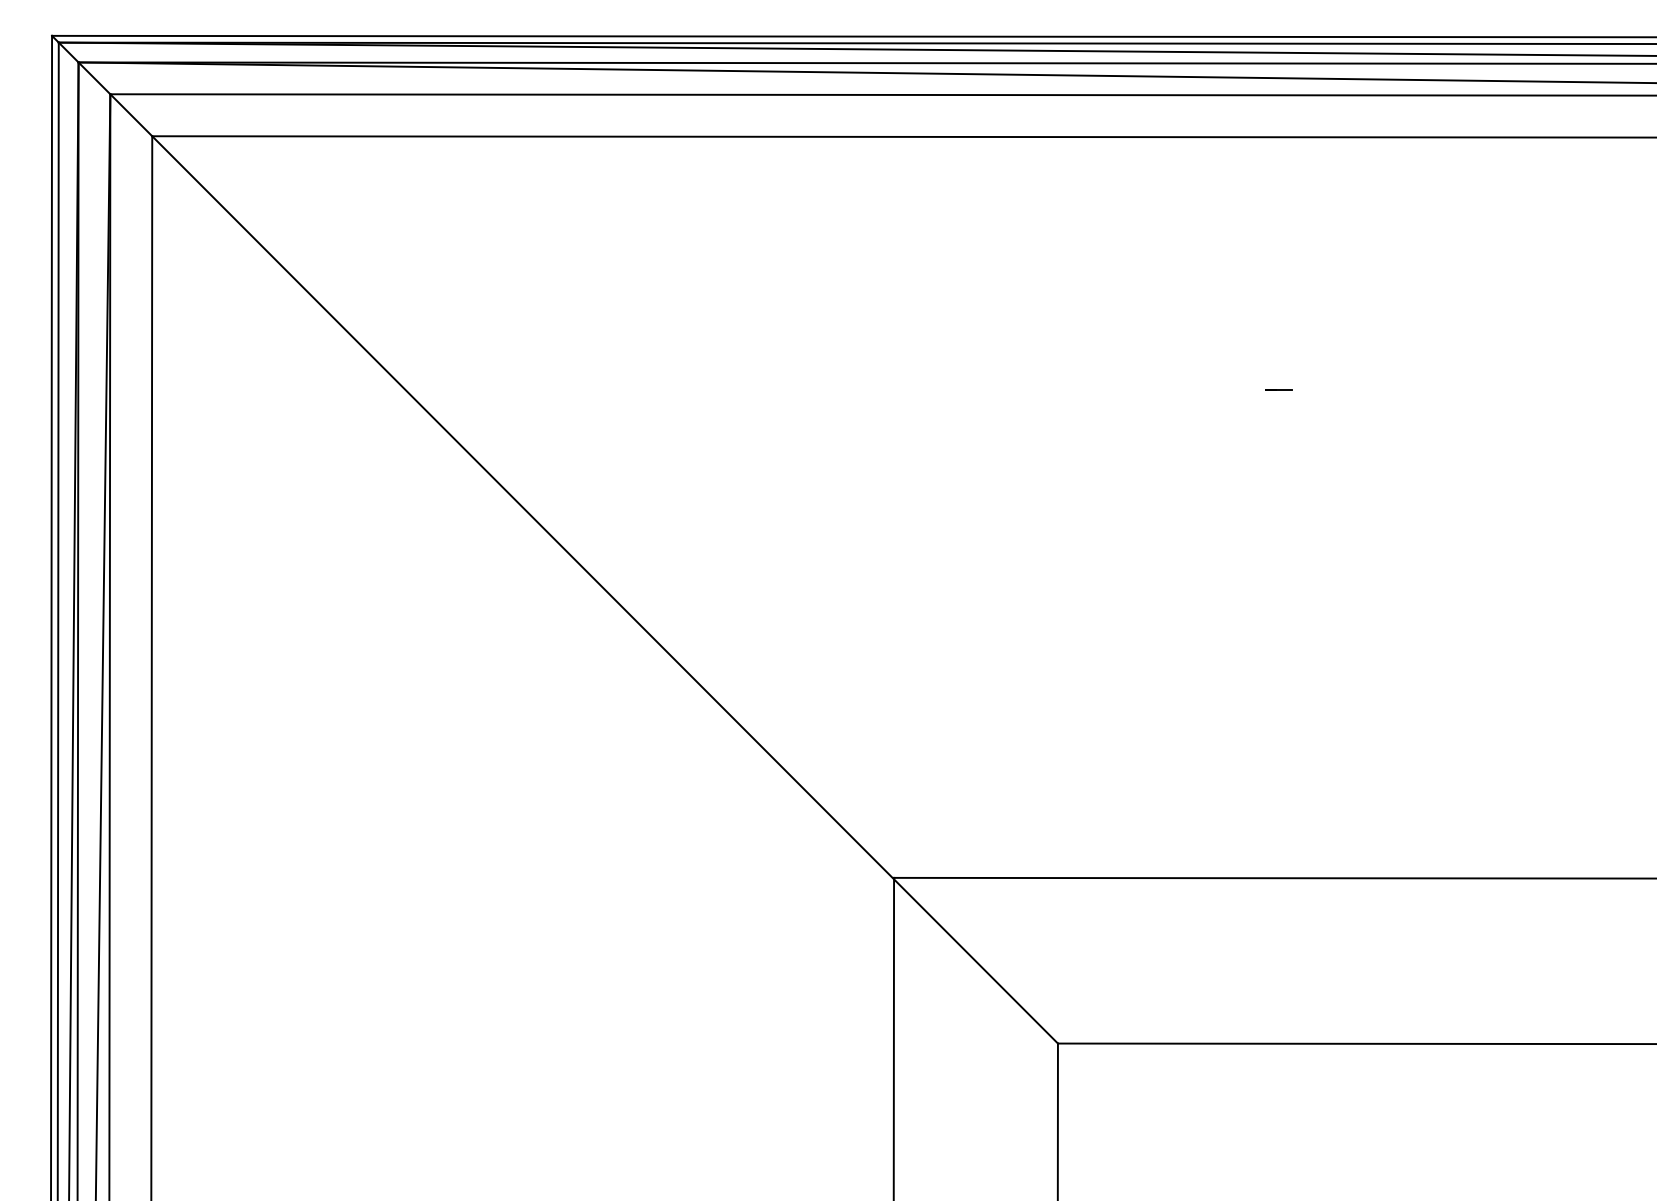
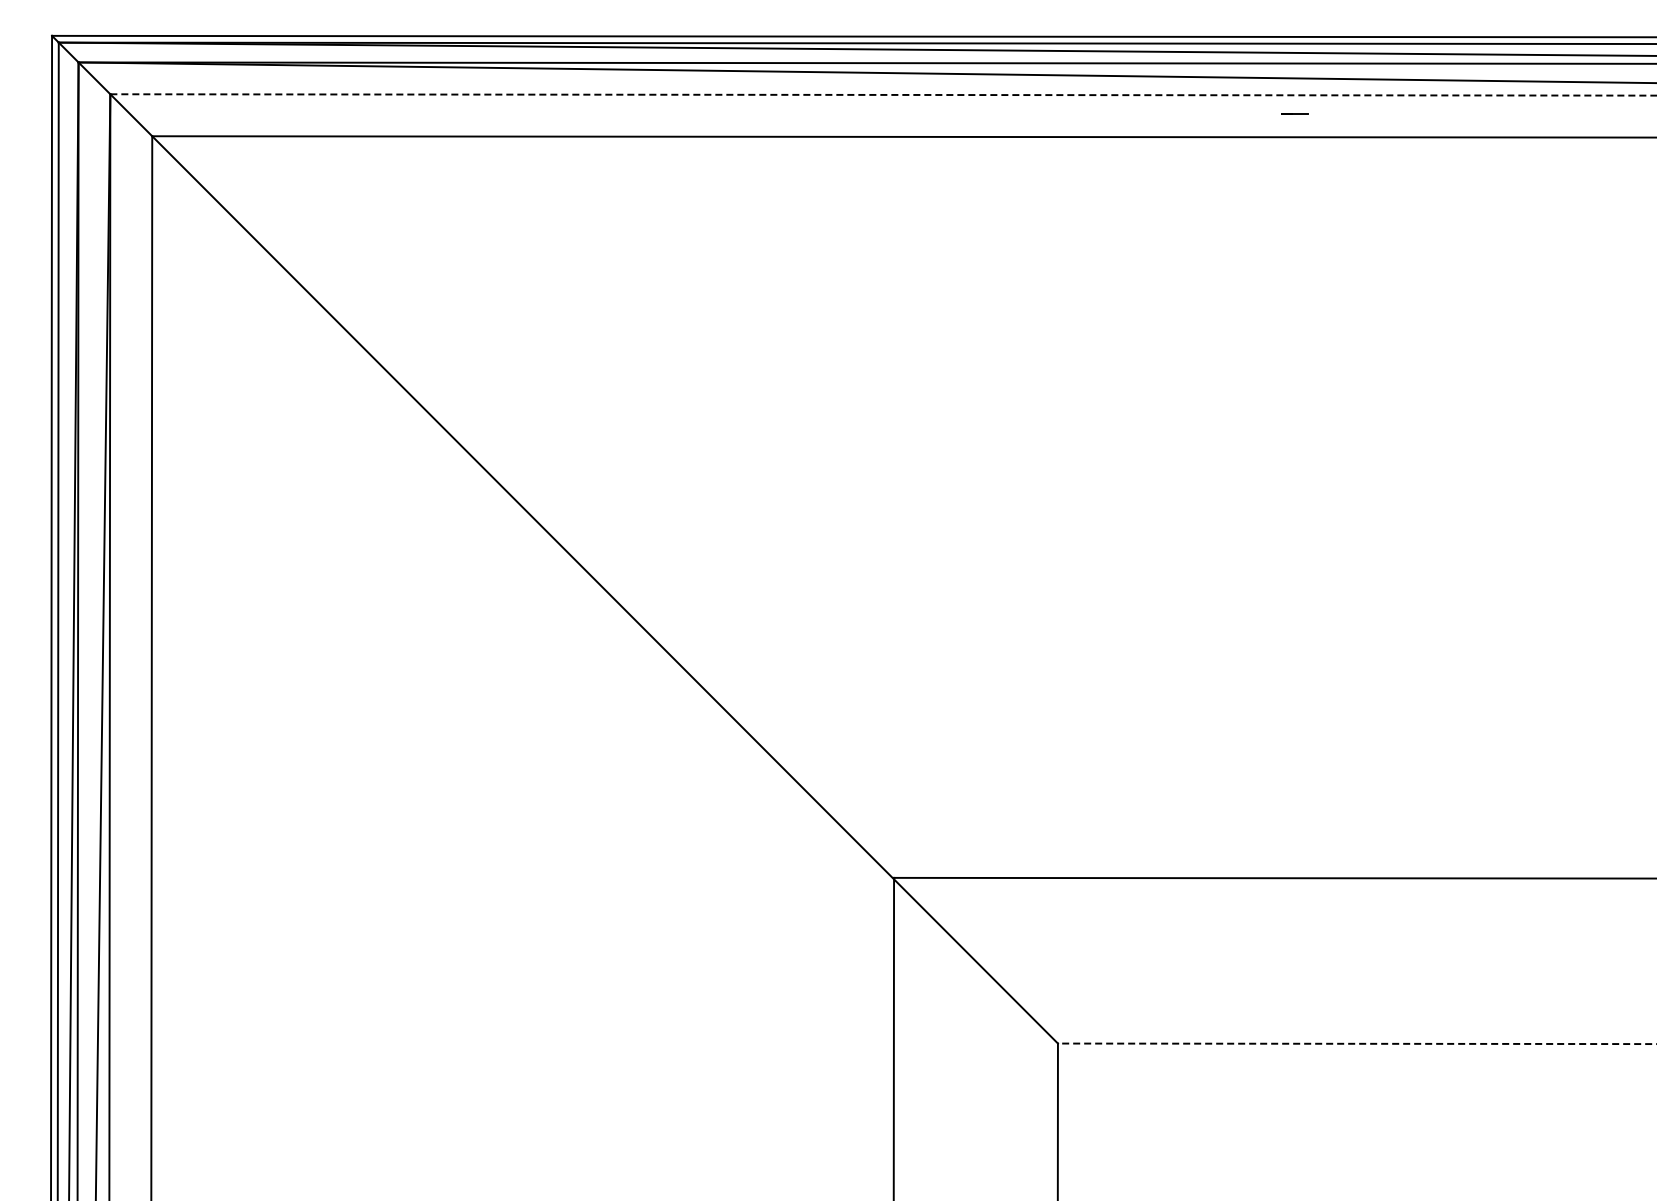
line at (884, 94): solid -> dashed
line at (1278, 389) position: (1278, 389) -> (1294, 113)
line at (1356, 1043): solid -> dashed
